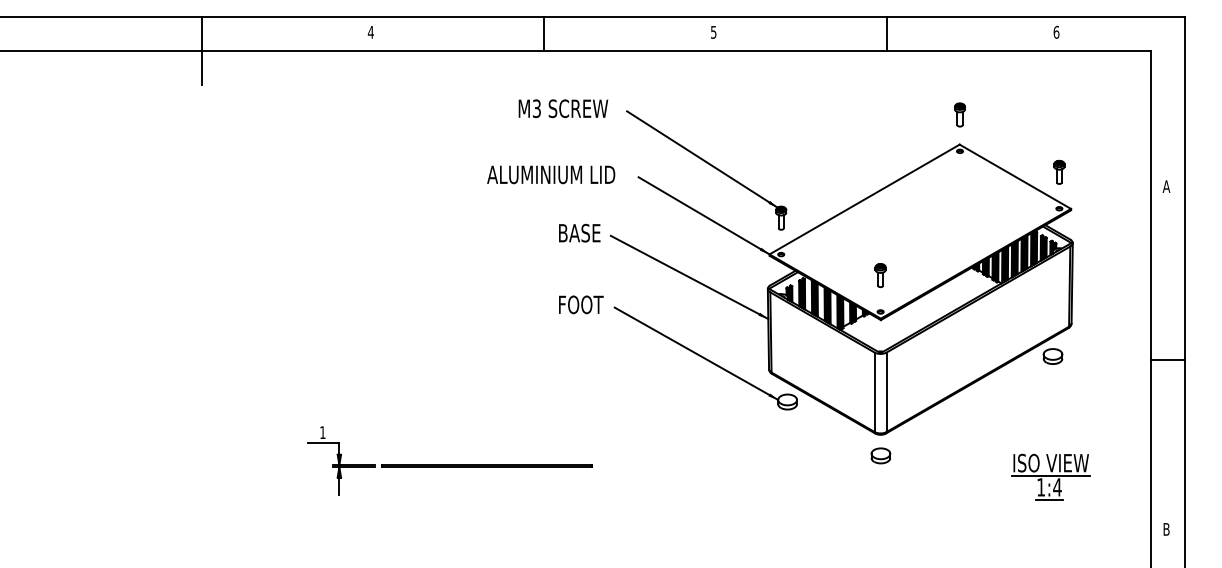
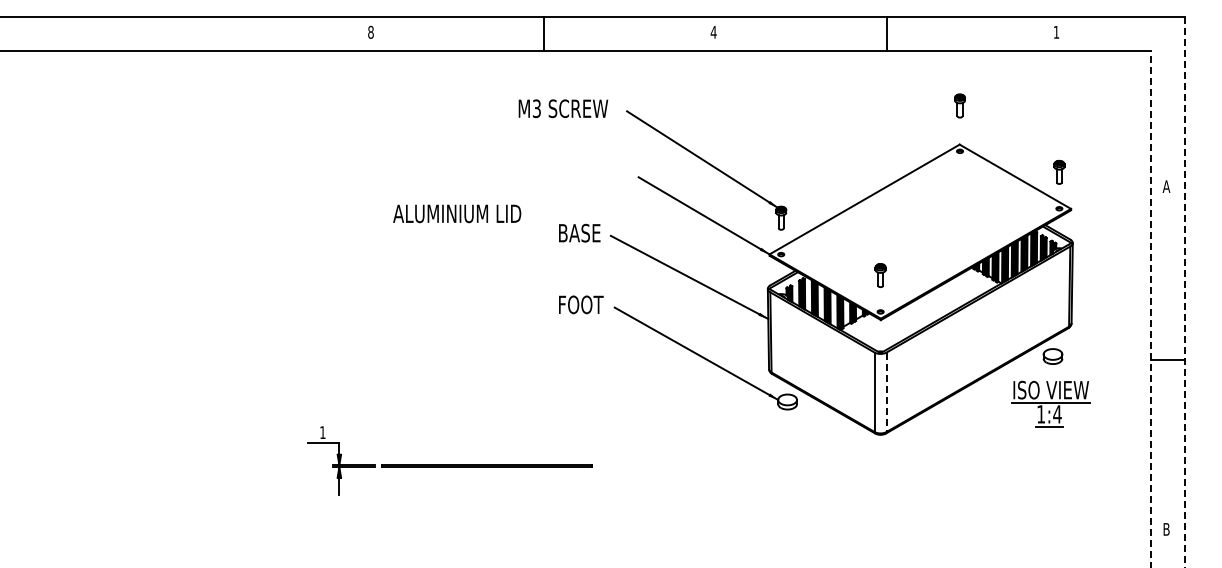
text at (370, 31): 4 -> 8
text at (1056, 31): 6 -> 1
text at (713, 32): 5 -> 4
line at (201, 50): present -> none
part at (959, 114) position: (959, 114) -> (959, 105)
text at (551, 174) position: (551, 174) -> (457, 213)
line at (1185, 291): solid -> dashed
line at (1151, 308): solid -> dashed
line at (886, 392): solid -> dashed
part at (880, 455): present -> none
part at (1050, 476) position: (1050, 476) -> (1050, 403)
